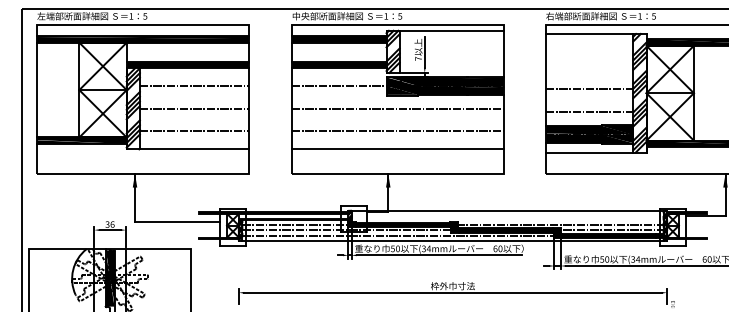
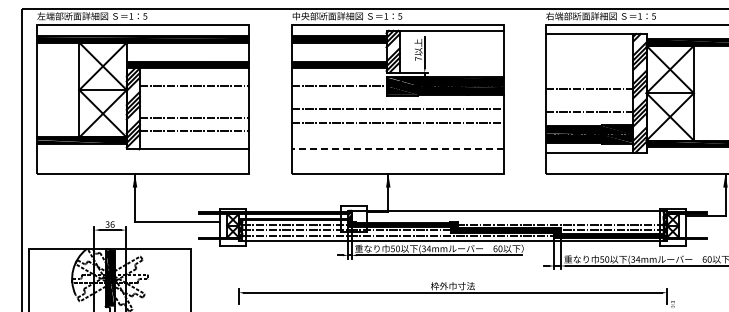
line at (194, 108) position: (194, 108) -> (194, 117)
line at (398, 131) position: (398, 131) -> (398, 123)
line at (397, 149): solid -> dashed
